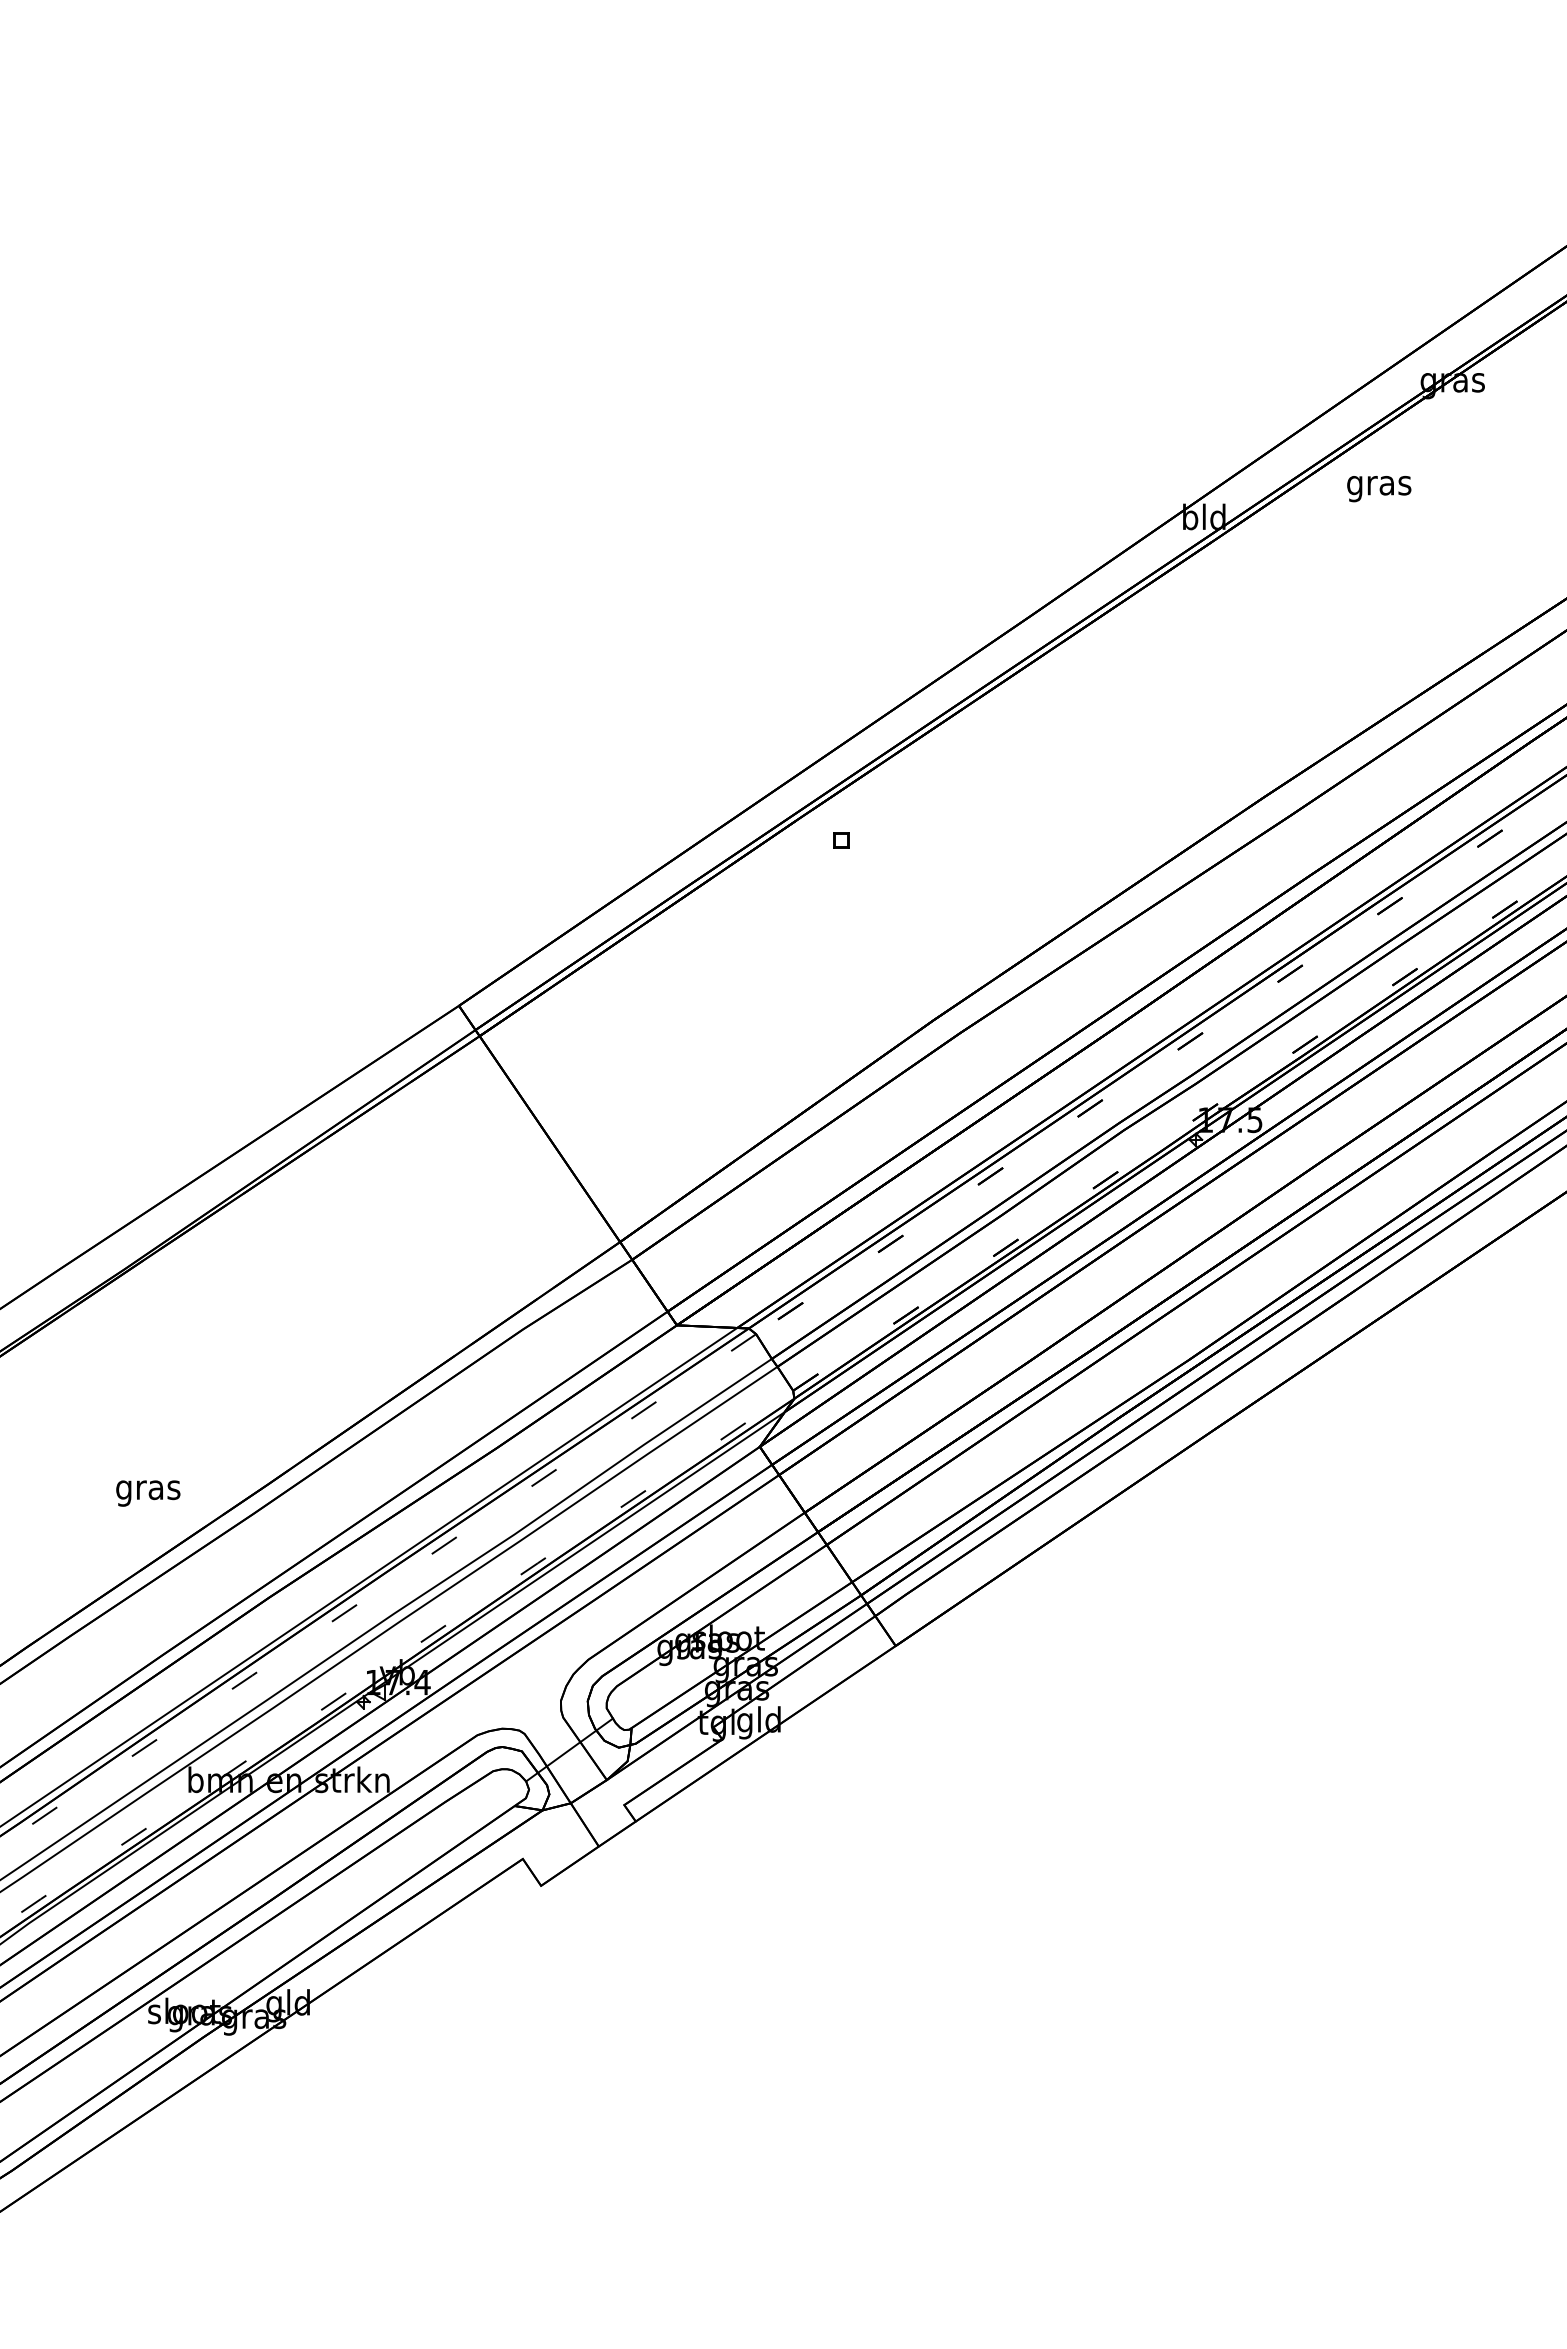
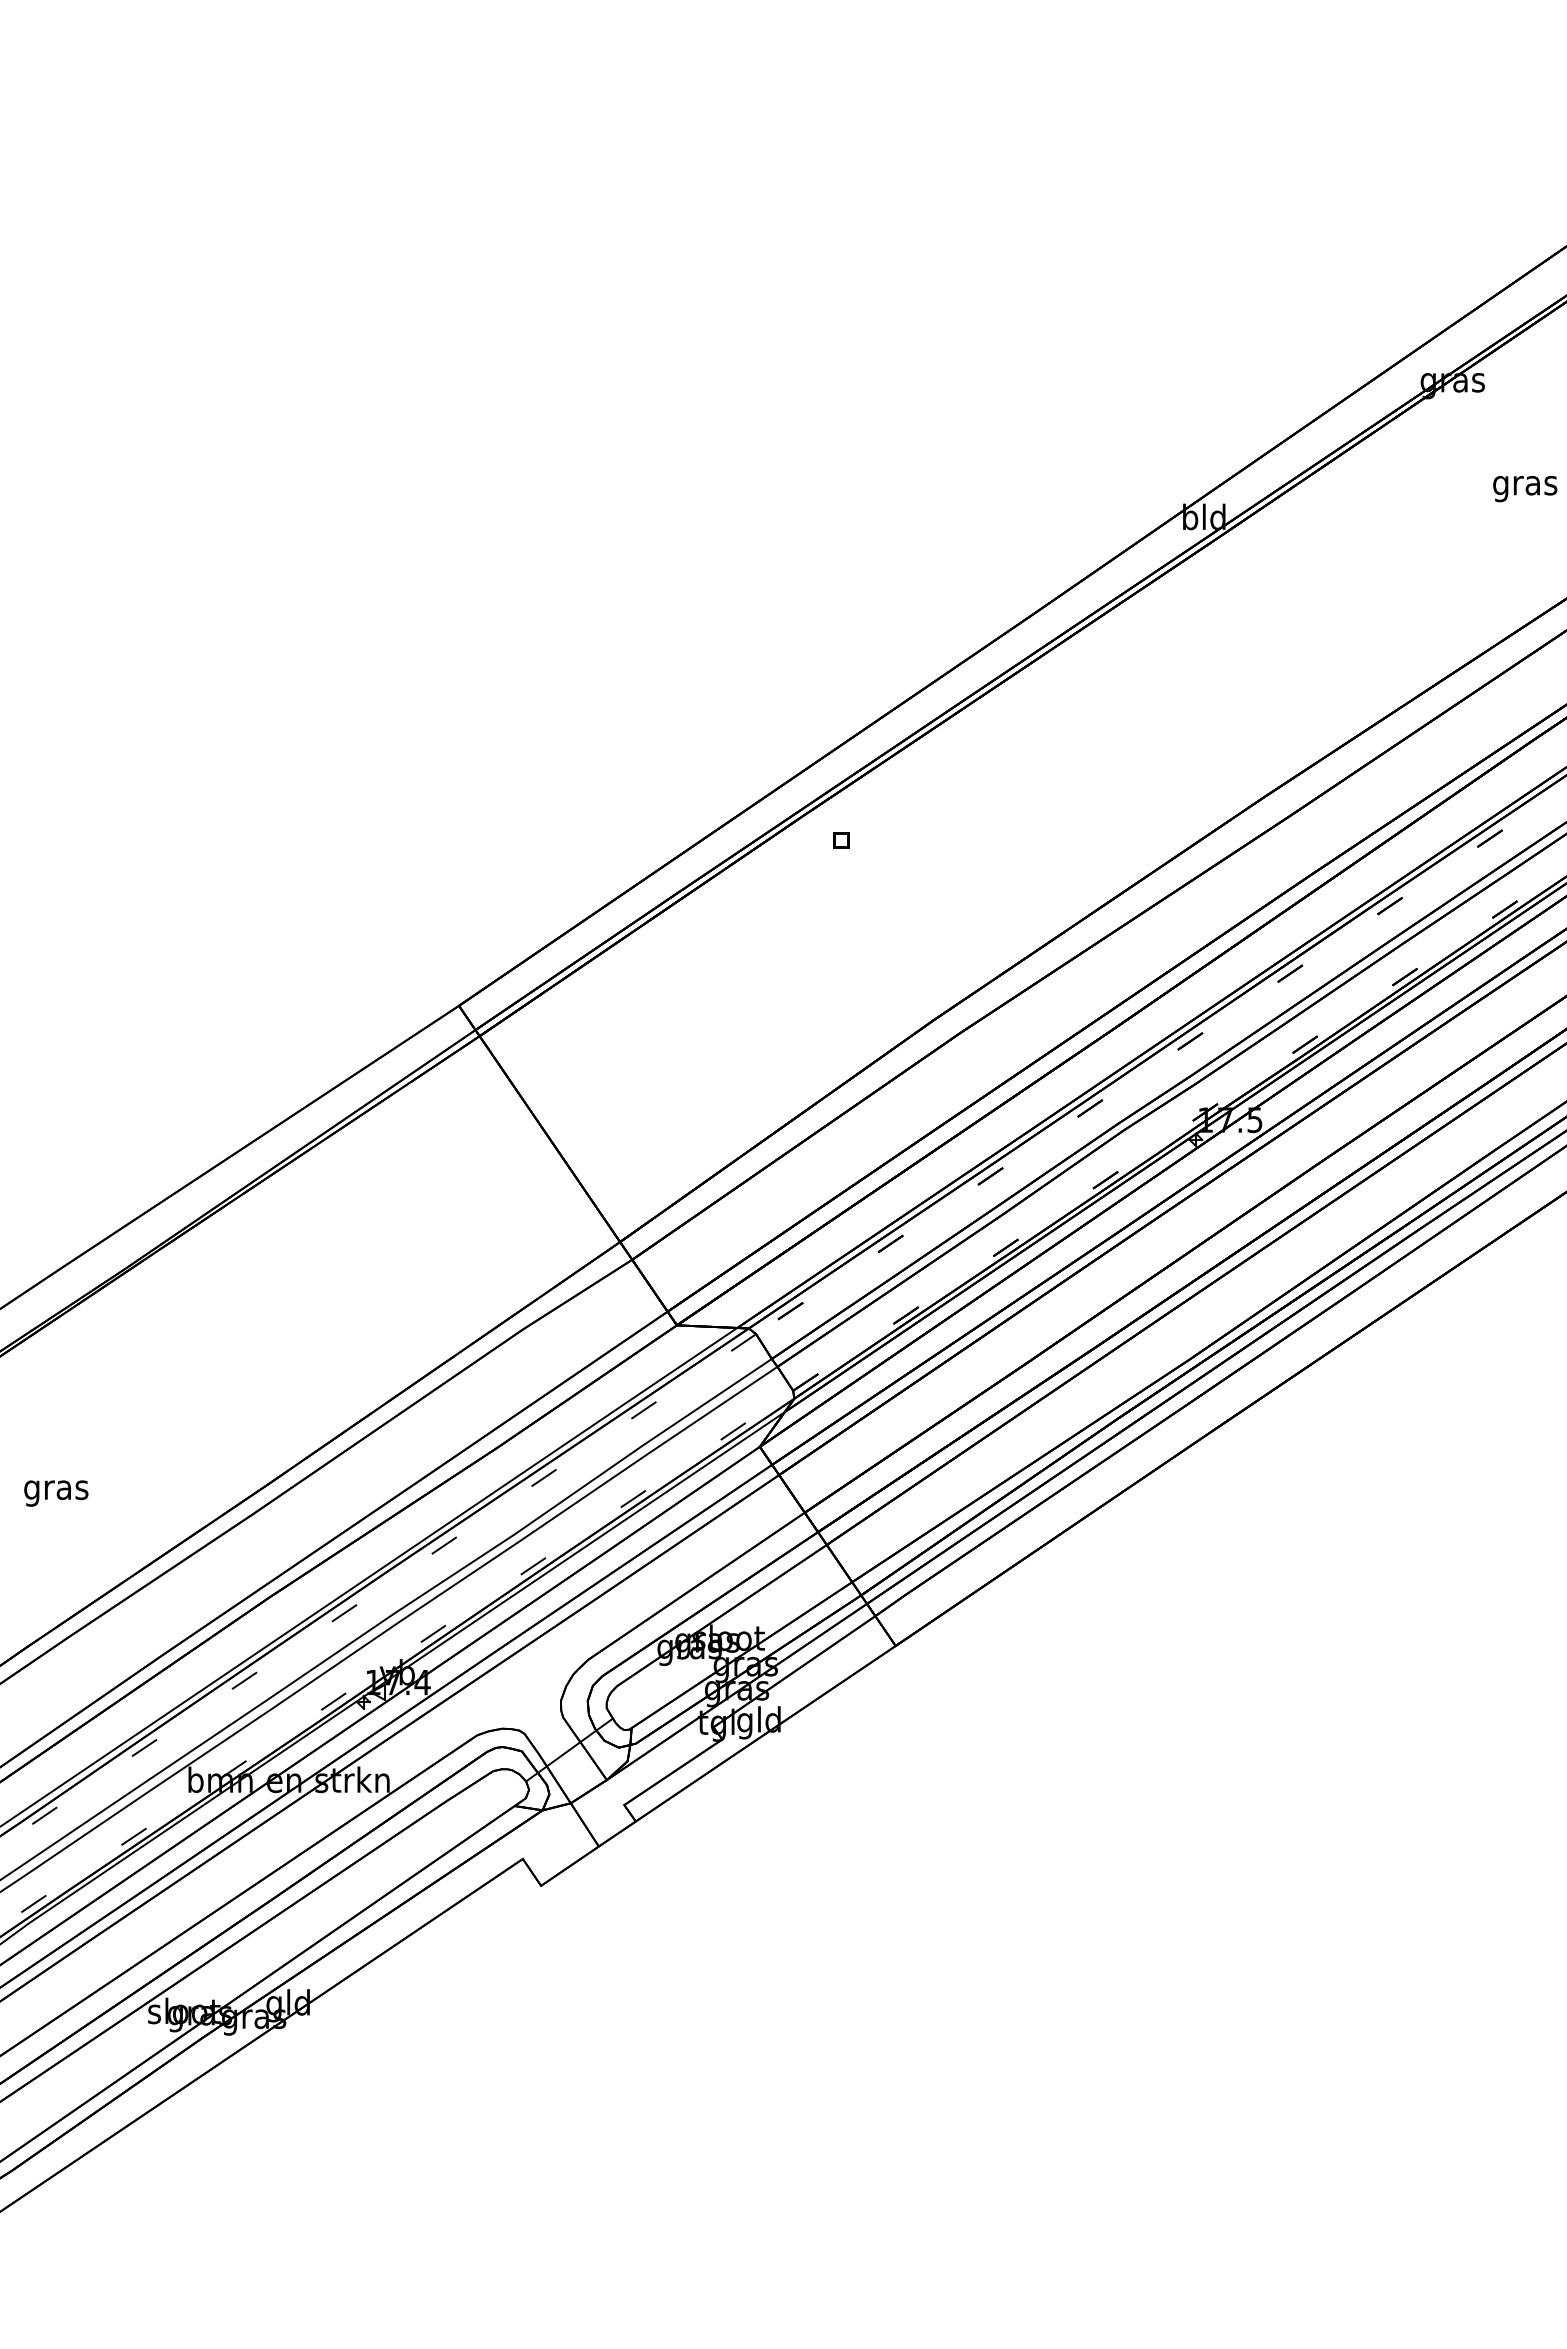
text at (1379, 489) position: (1379, 489) -> (1525, 489)
text at (148, 1493) position: (148, 1493) -> (56, 1493)
